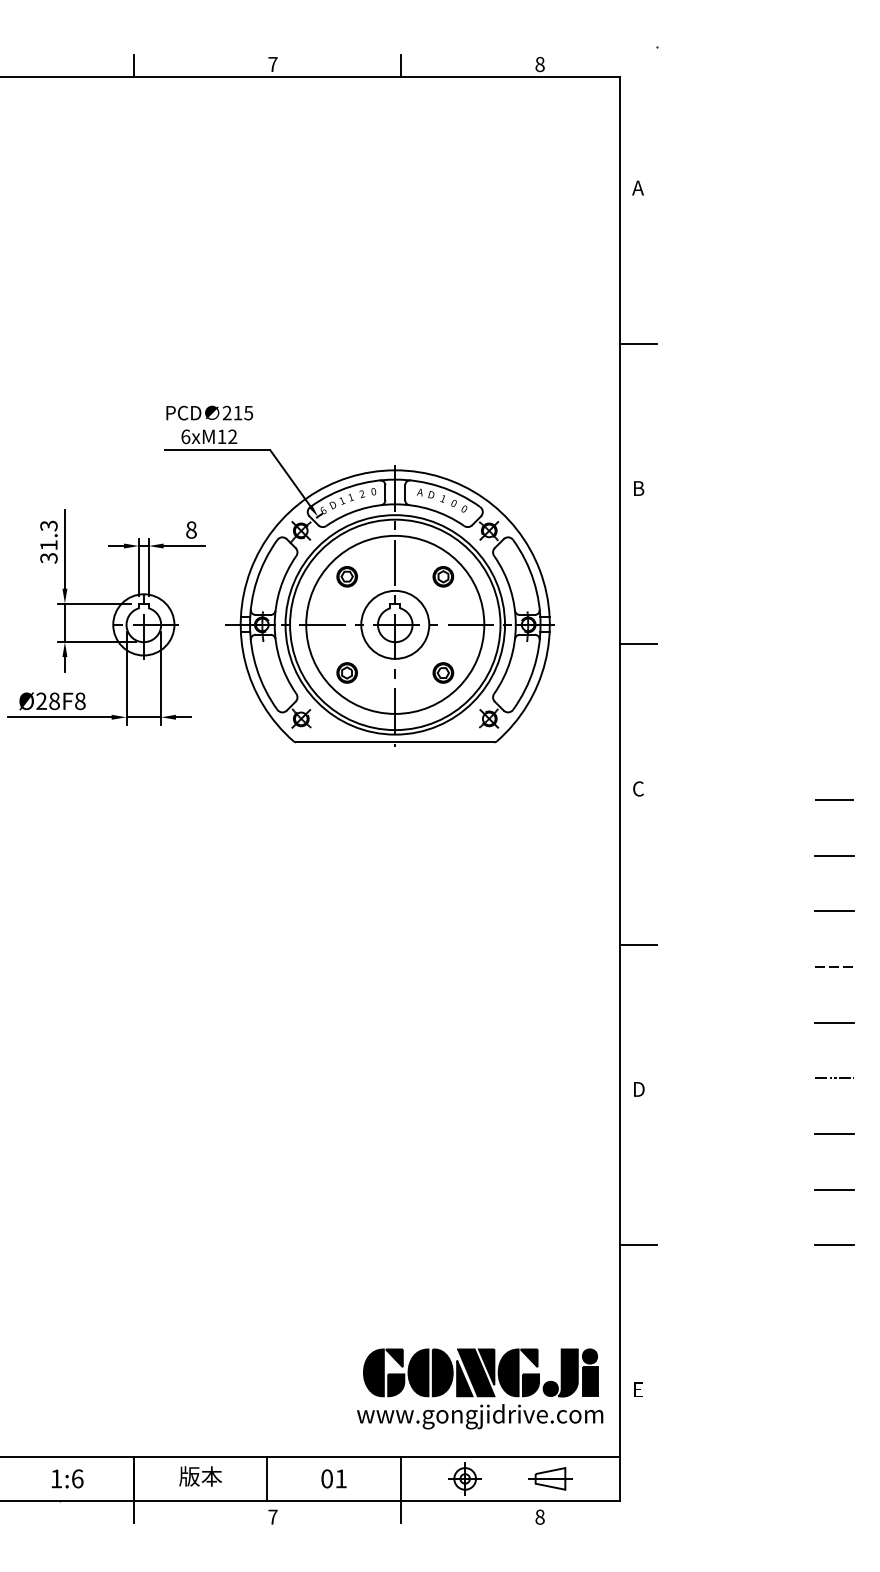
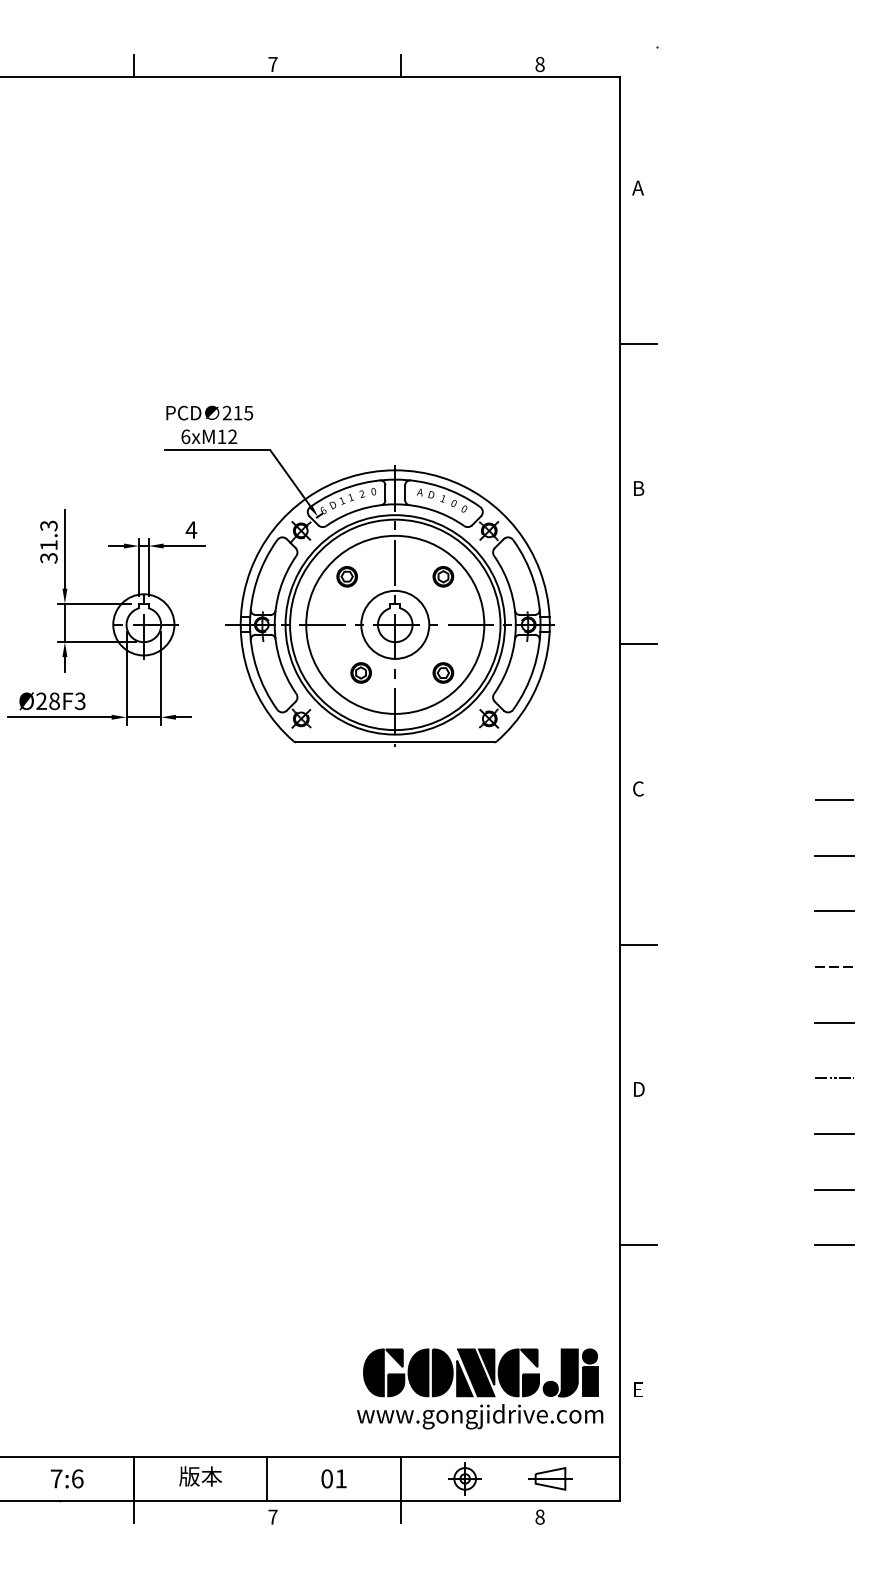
text at (191, 529): 8 -> 4
part at (346, 672) position: (346, 672) -> (360, 672)
text at (79, 700): Ø28F8 -> Ø28F3
text at (56, 1478): 1:6 -> 7:6
